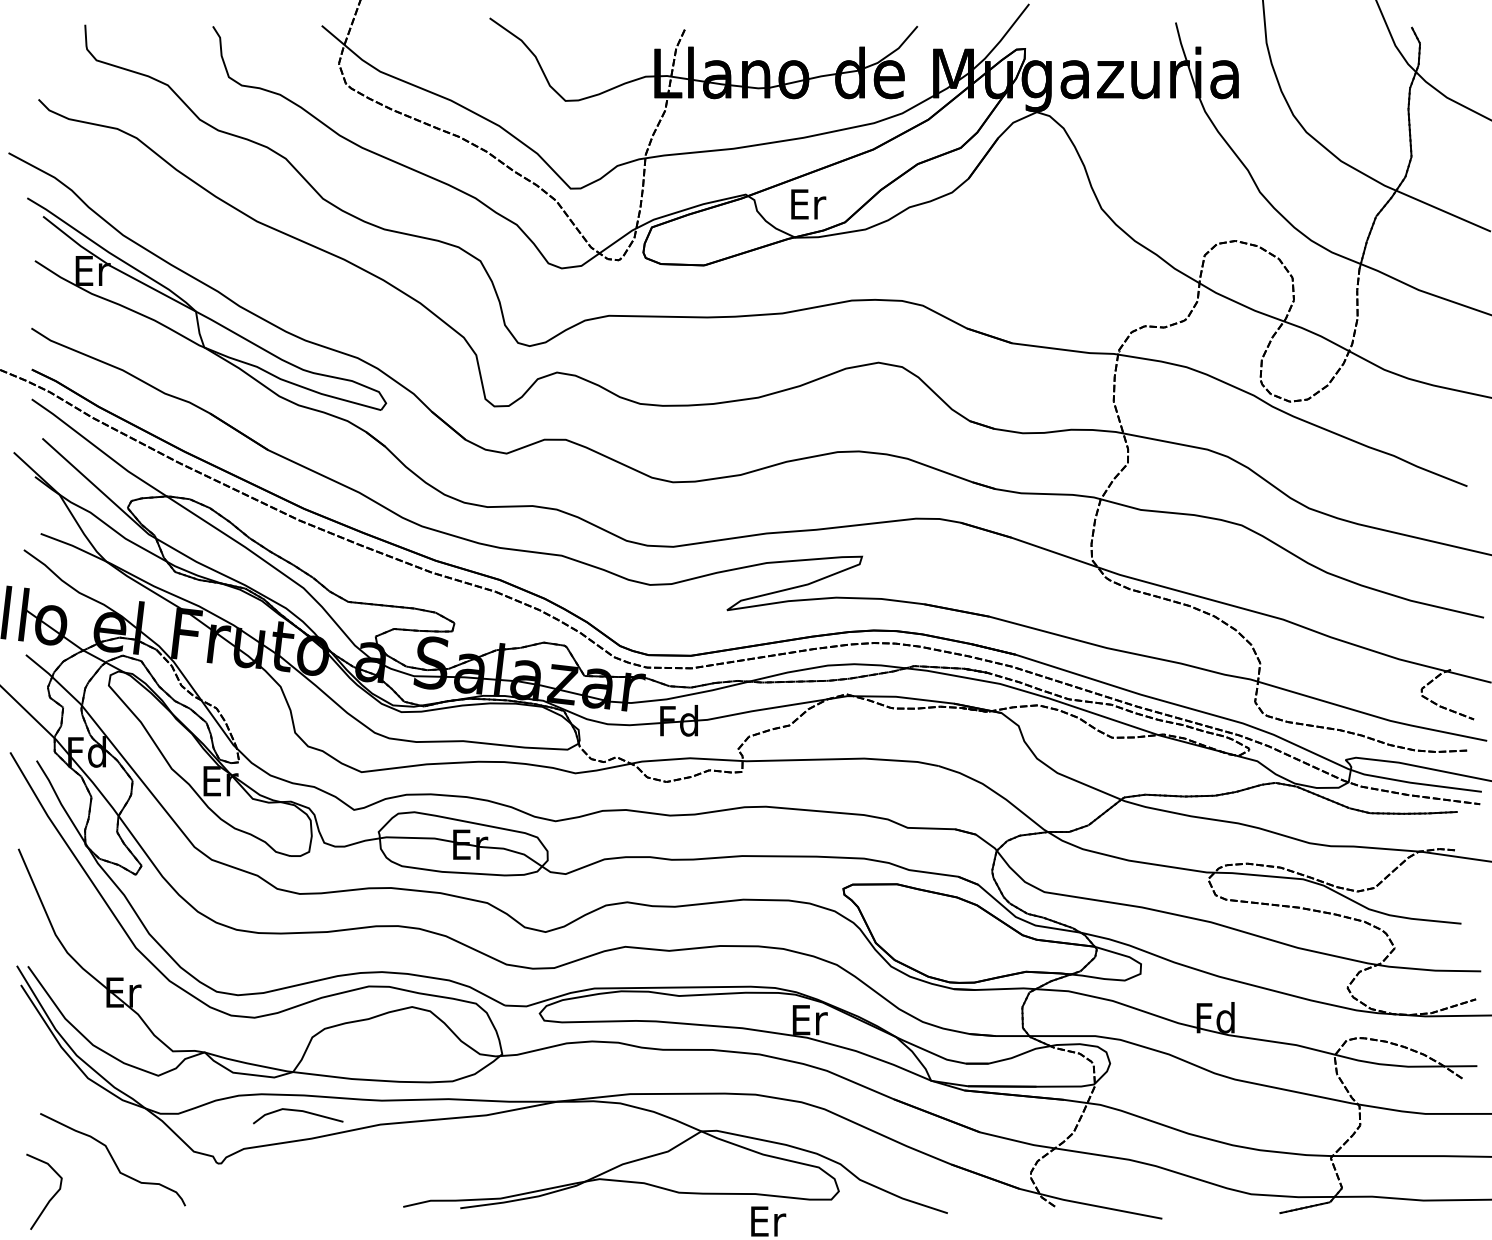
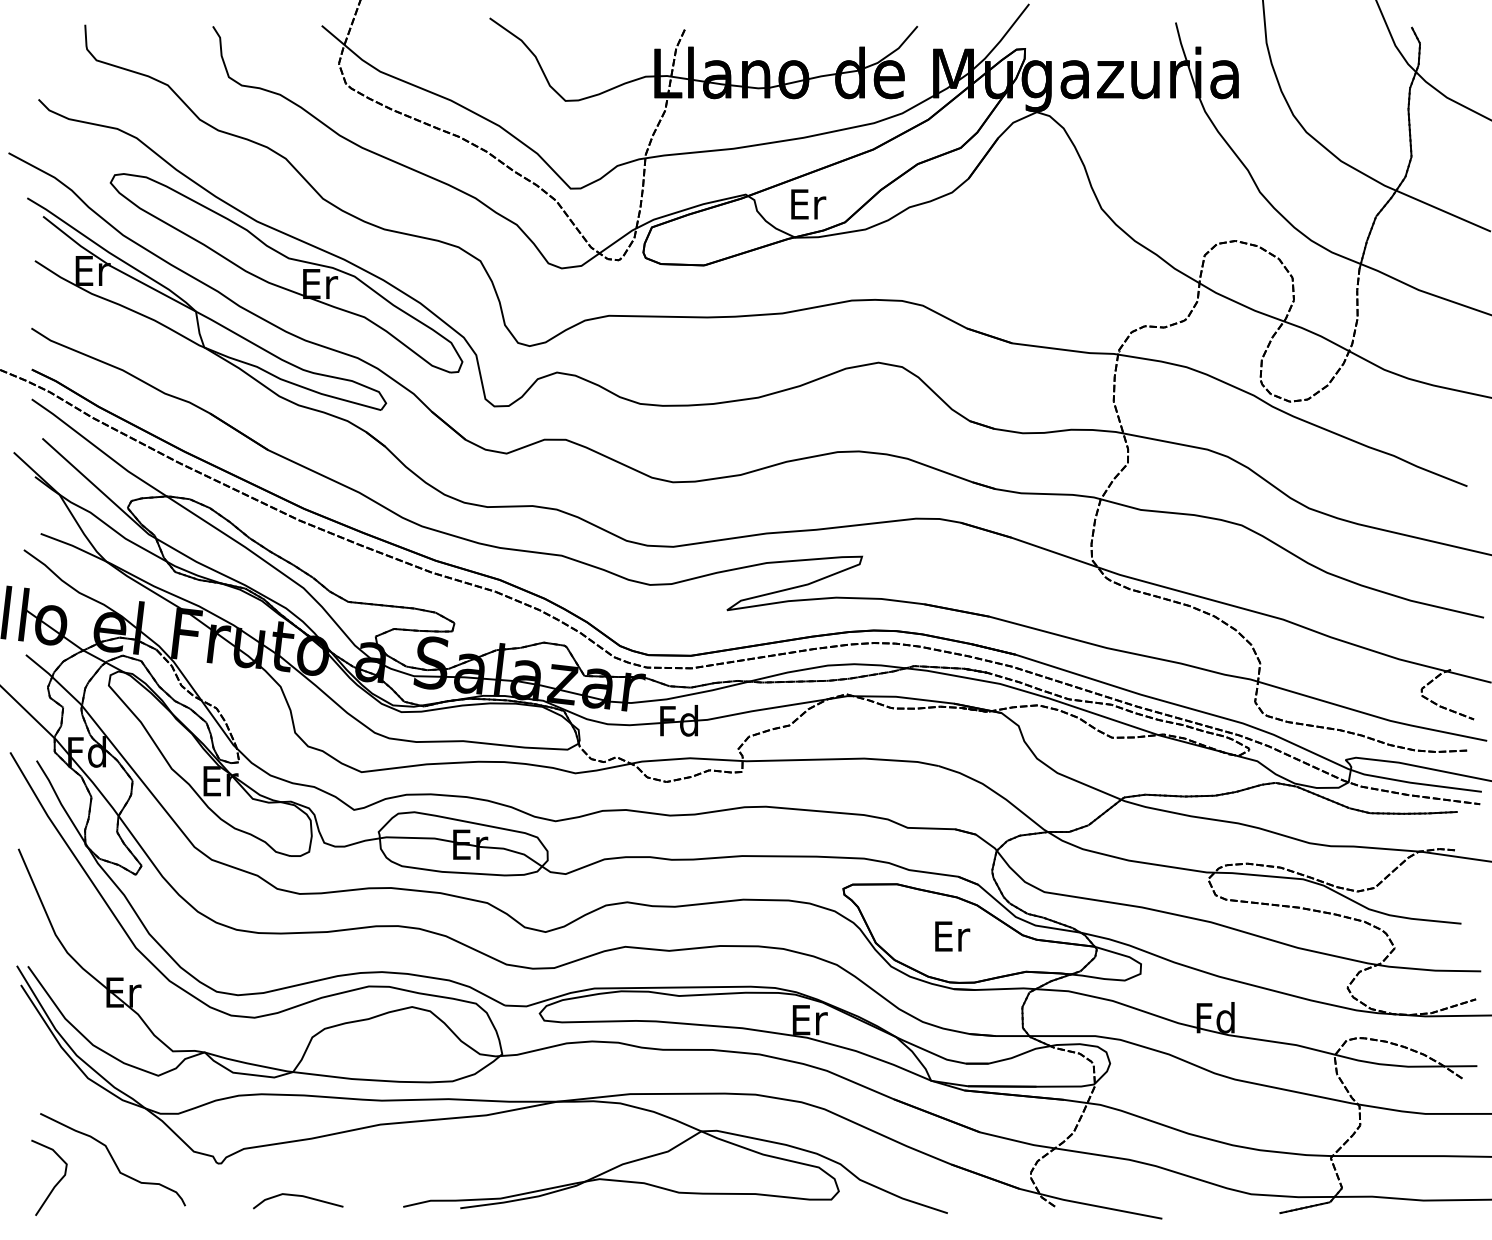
part at (286, 273): none -> present
line at (298, 1111) position: (298, 1111) -> (298, 1196)
curve at (51, 1197) position: (51, 1197) -> (56, 1183)
text at (768, 1221) position: (768, 1221) -> (952, 936)
